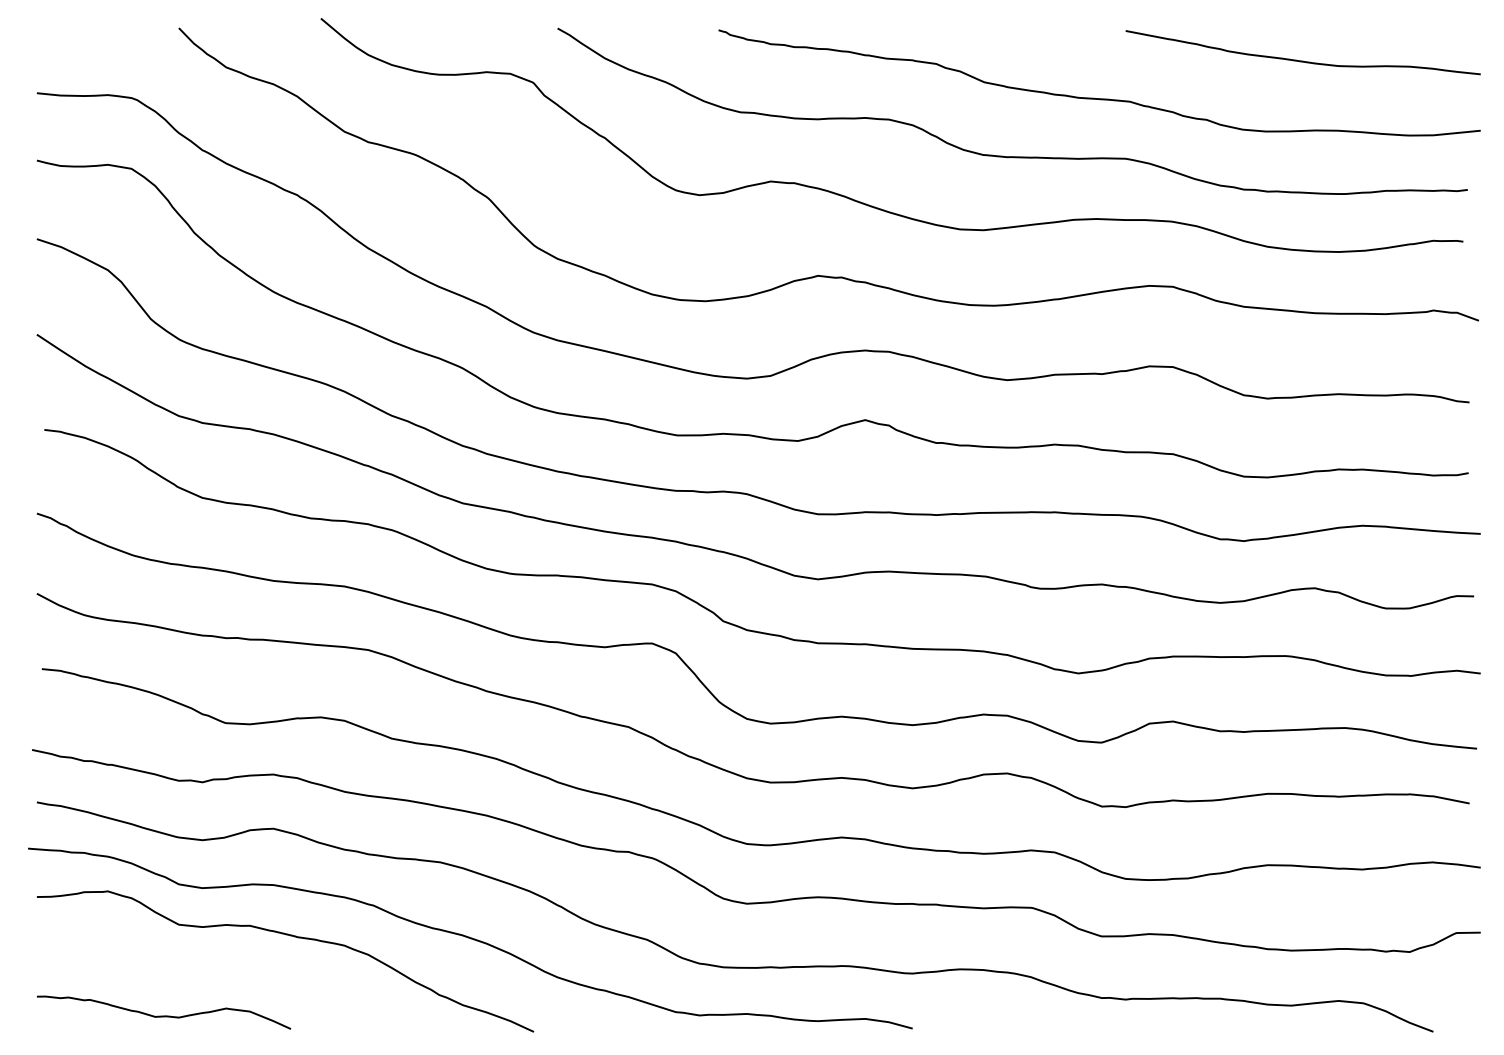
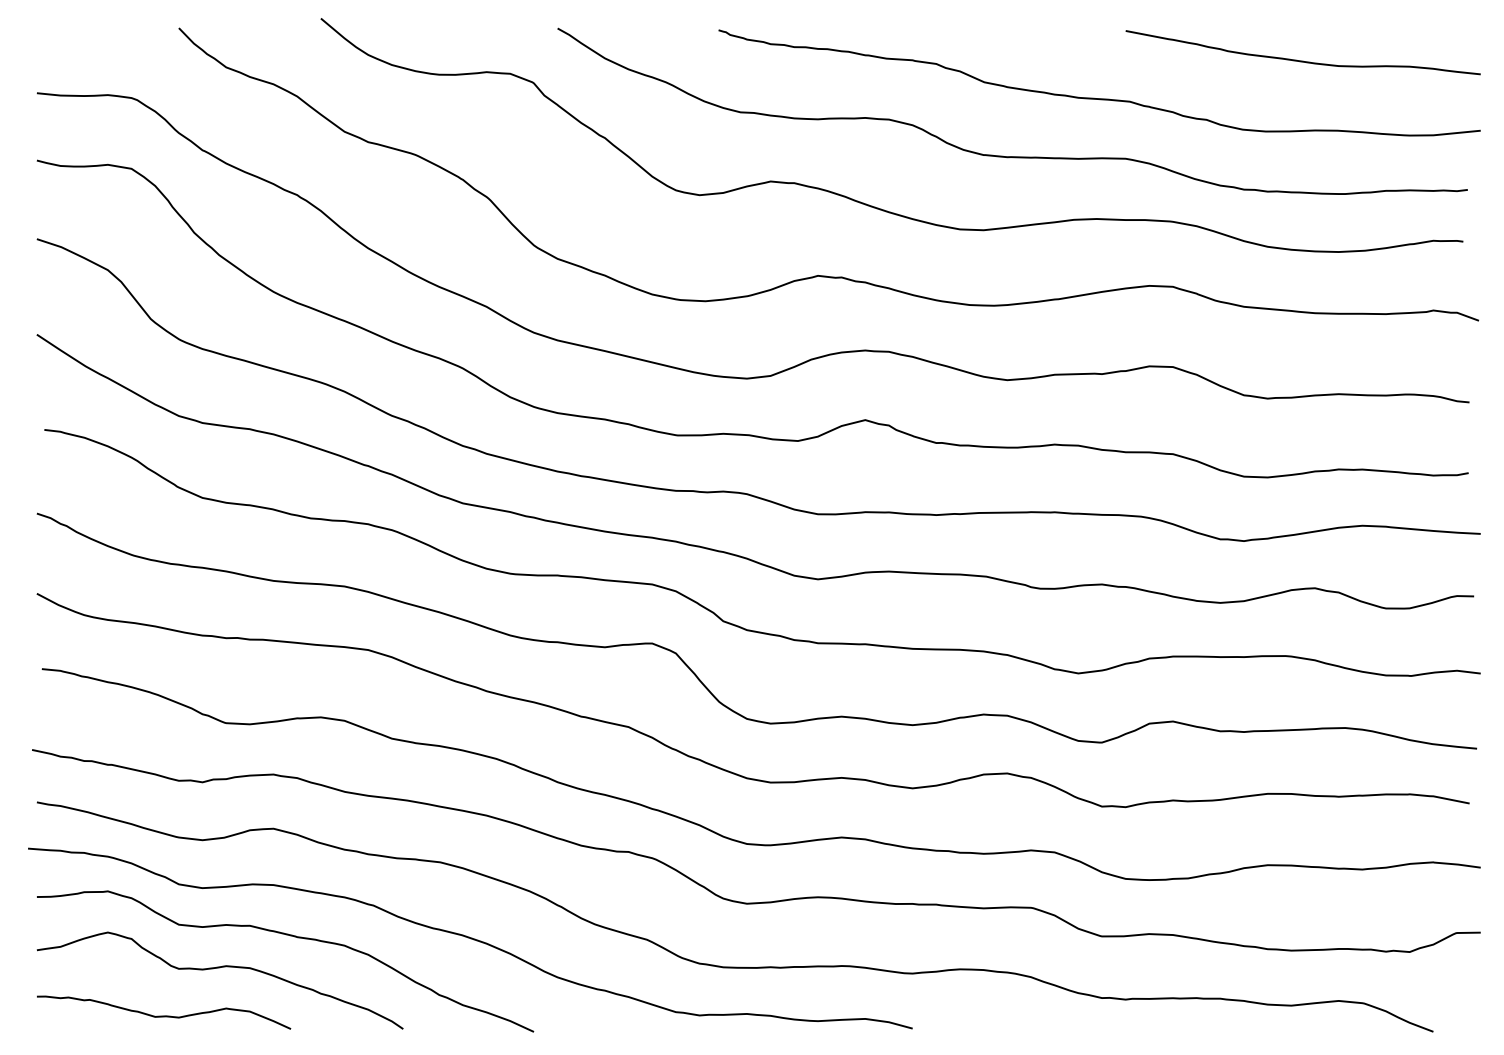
curve at (219, 968): none -> present
